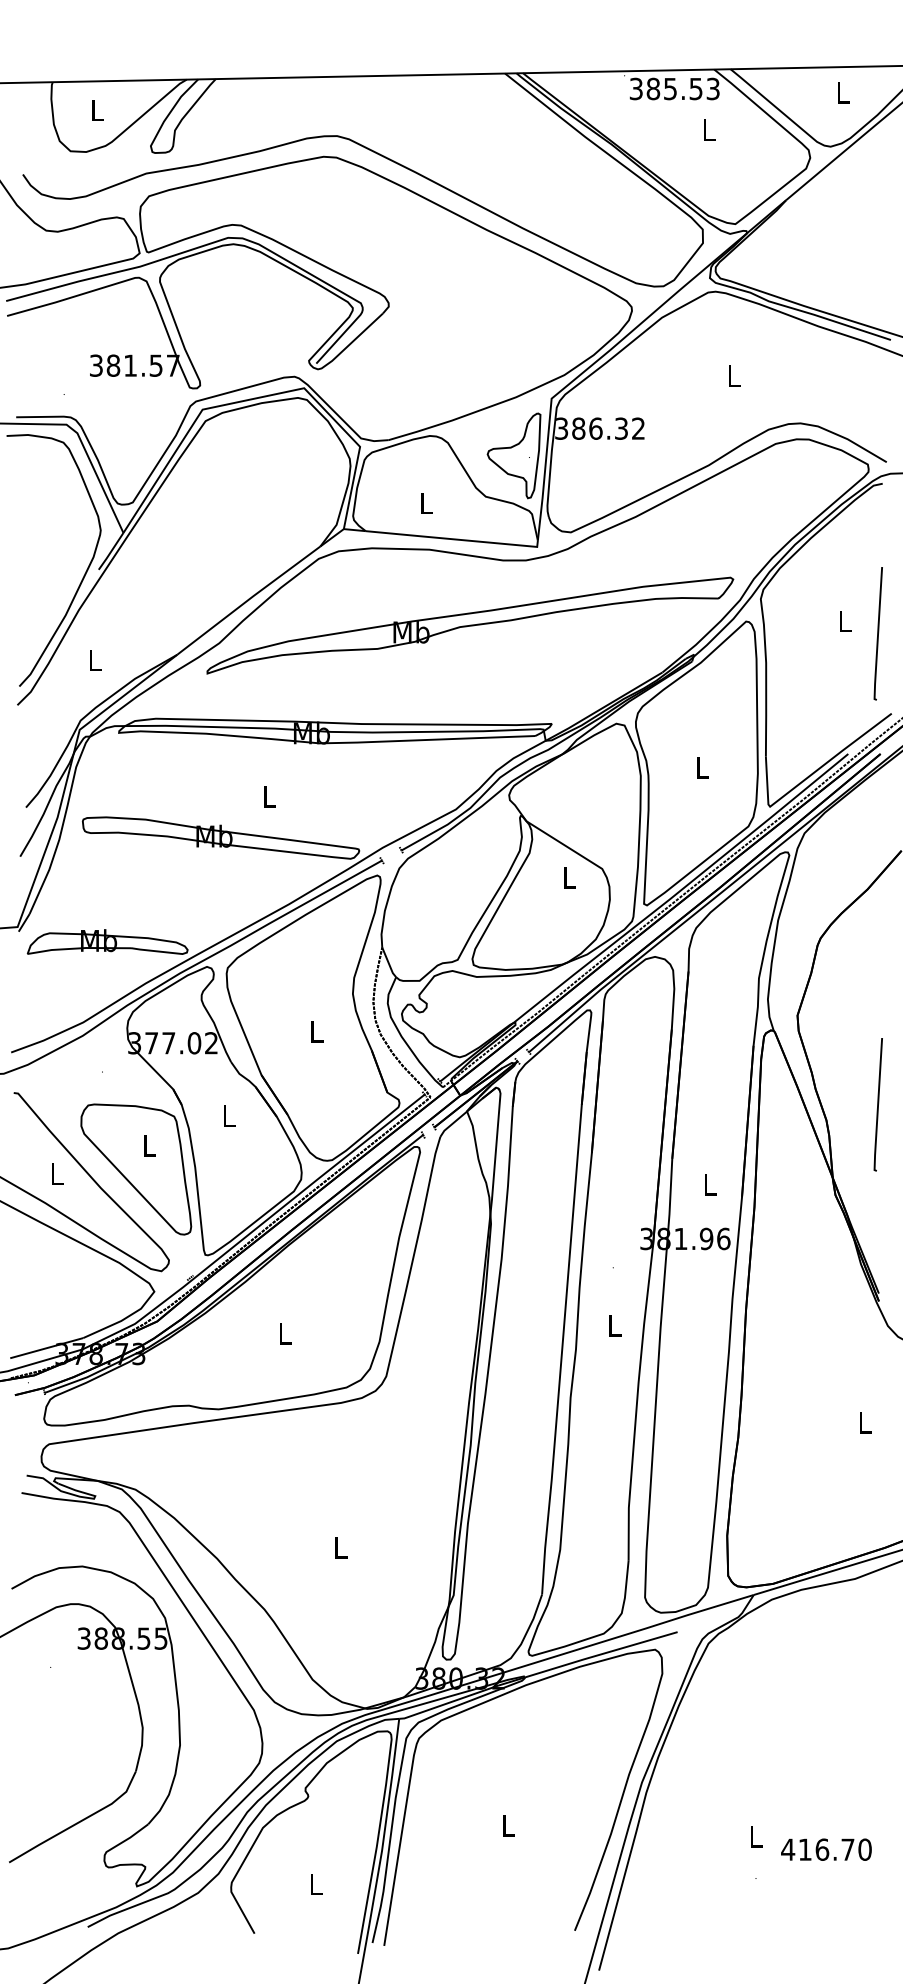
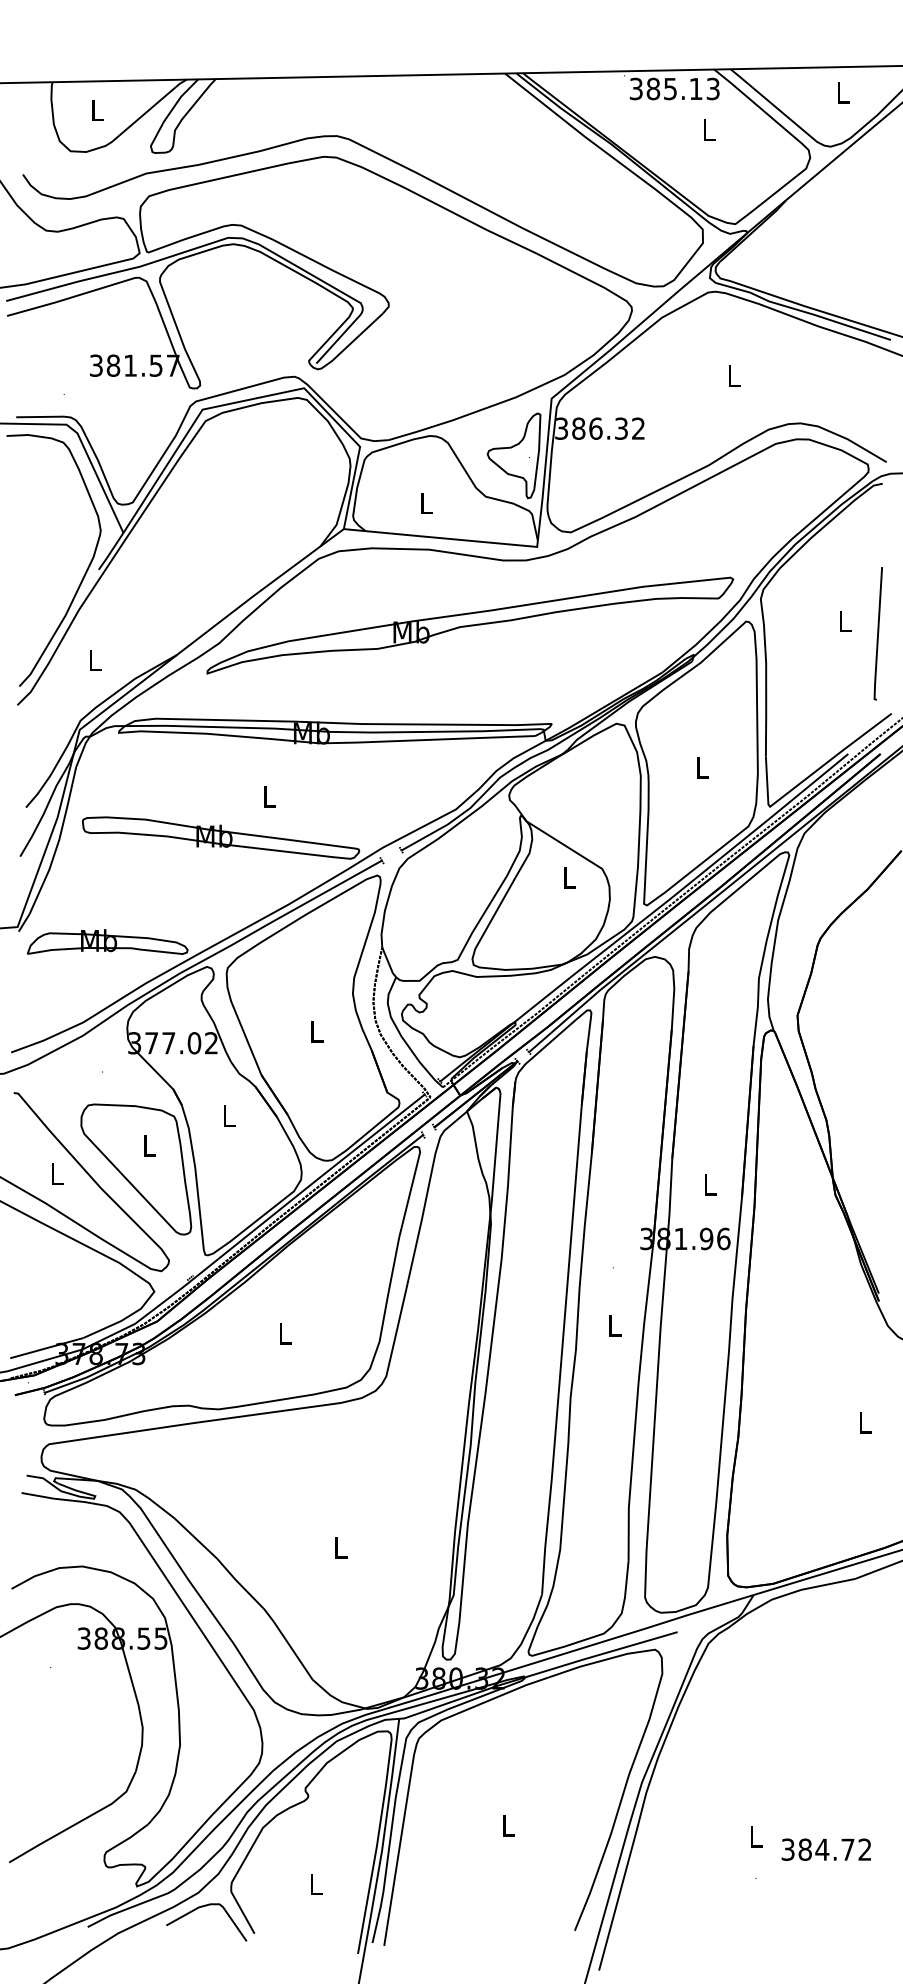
text at (695, 89): 385.53 -> 385.13
line at (877, 1104): present -> none
text at (826, 1849): 416.70 -> 384.72
curve at (203, 1907): none -> present
